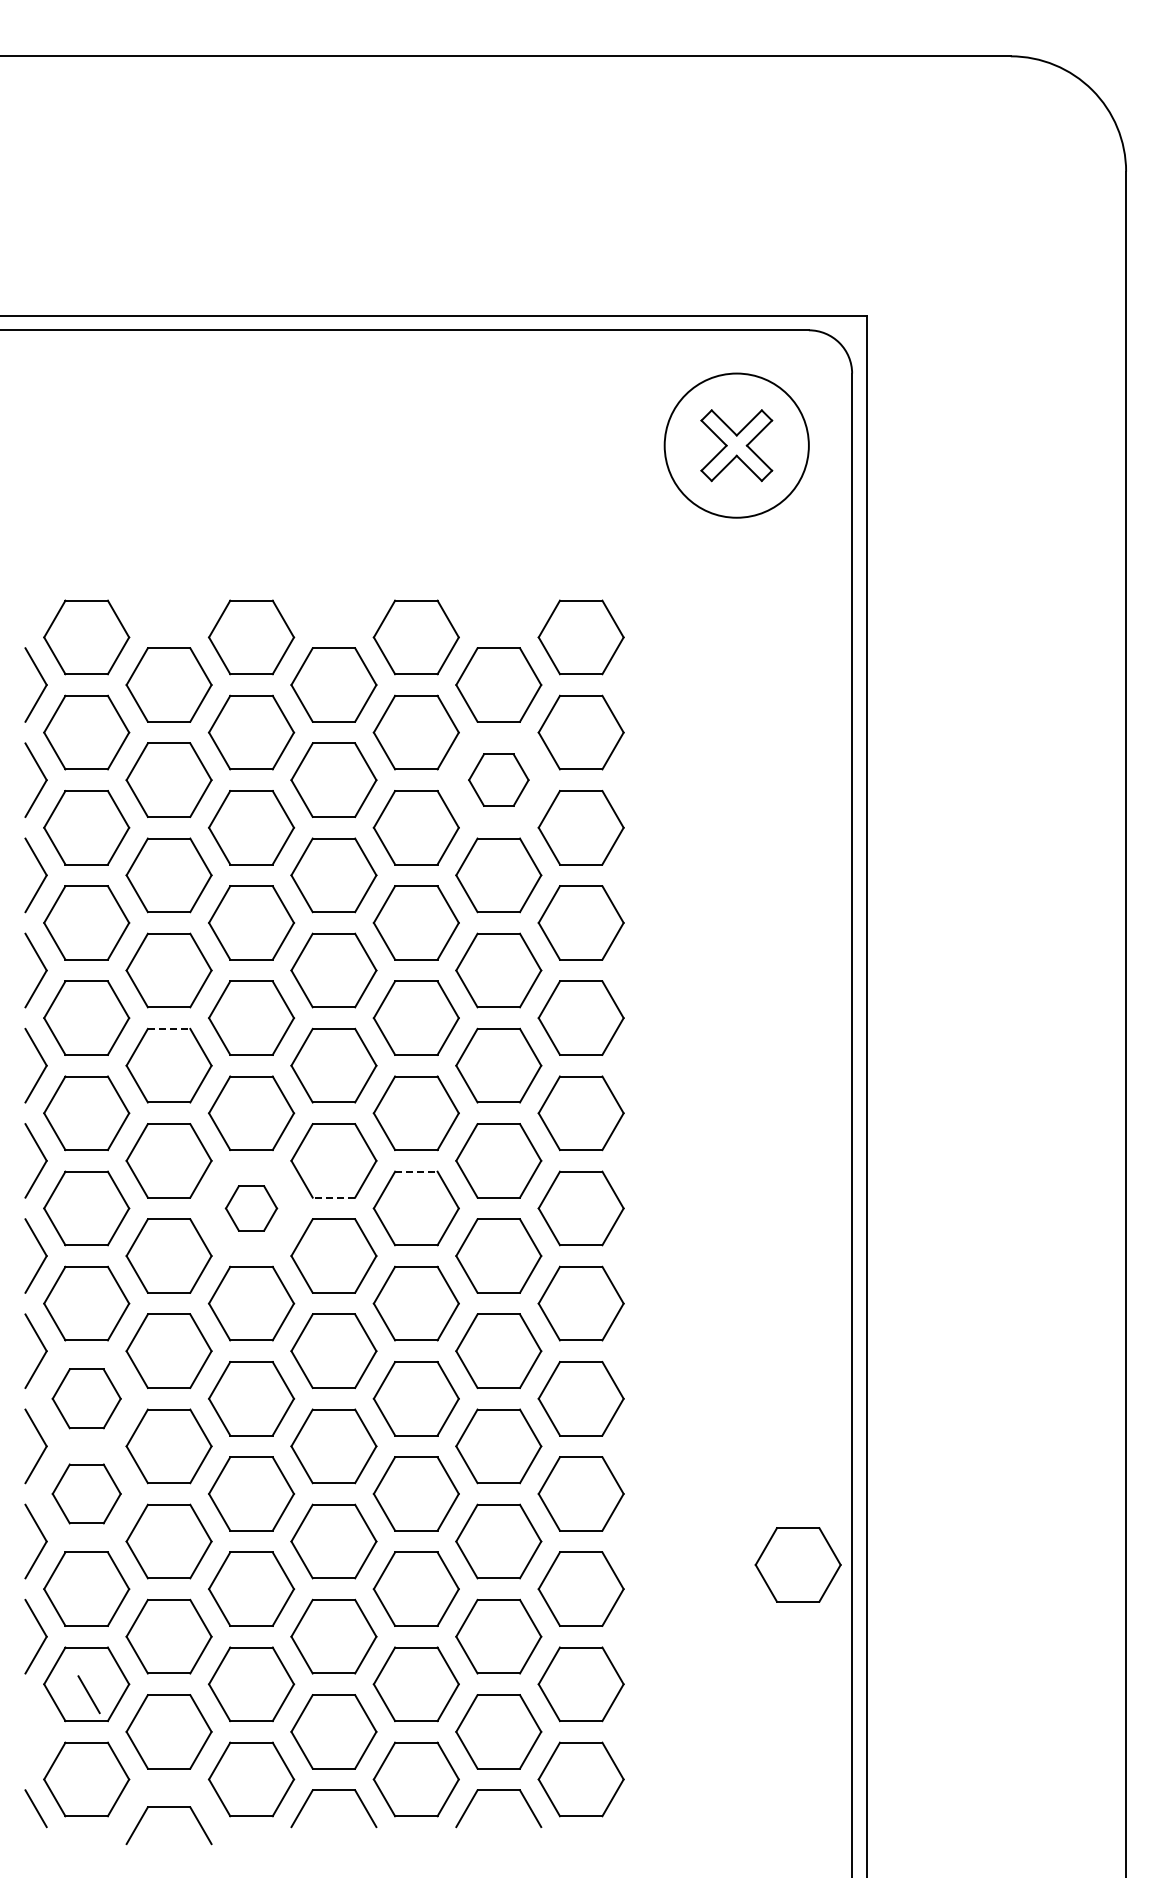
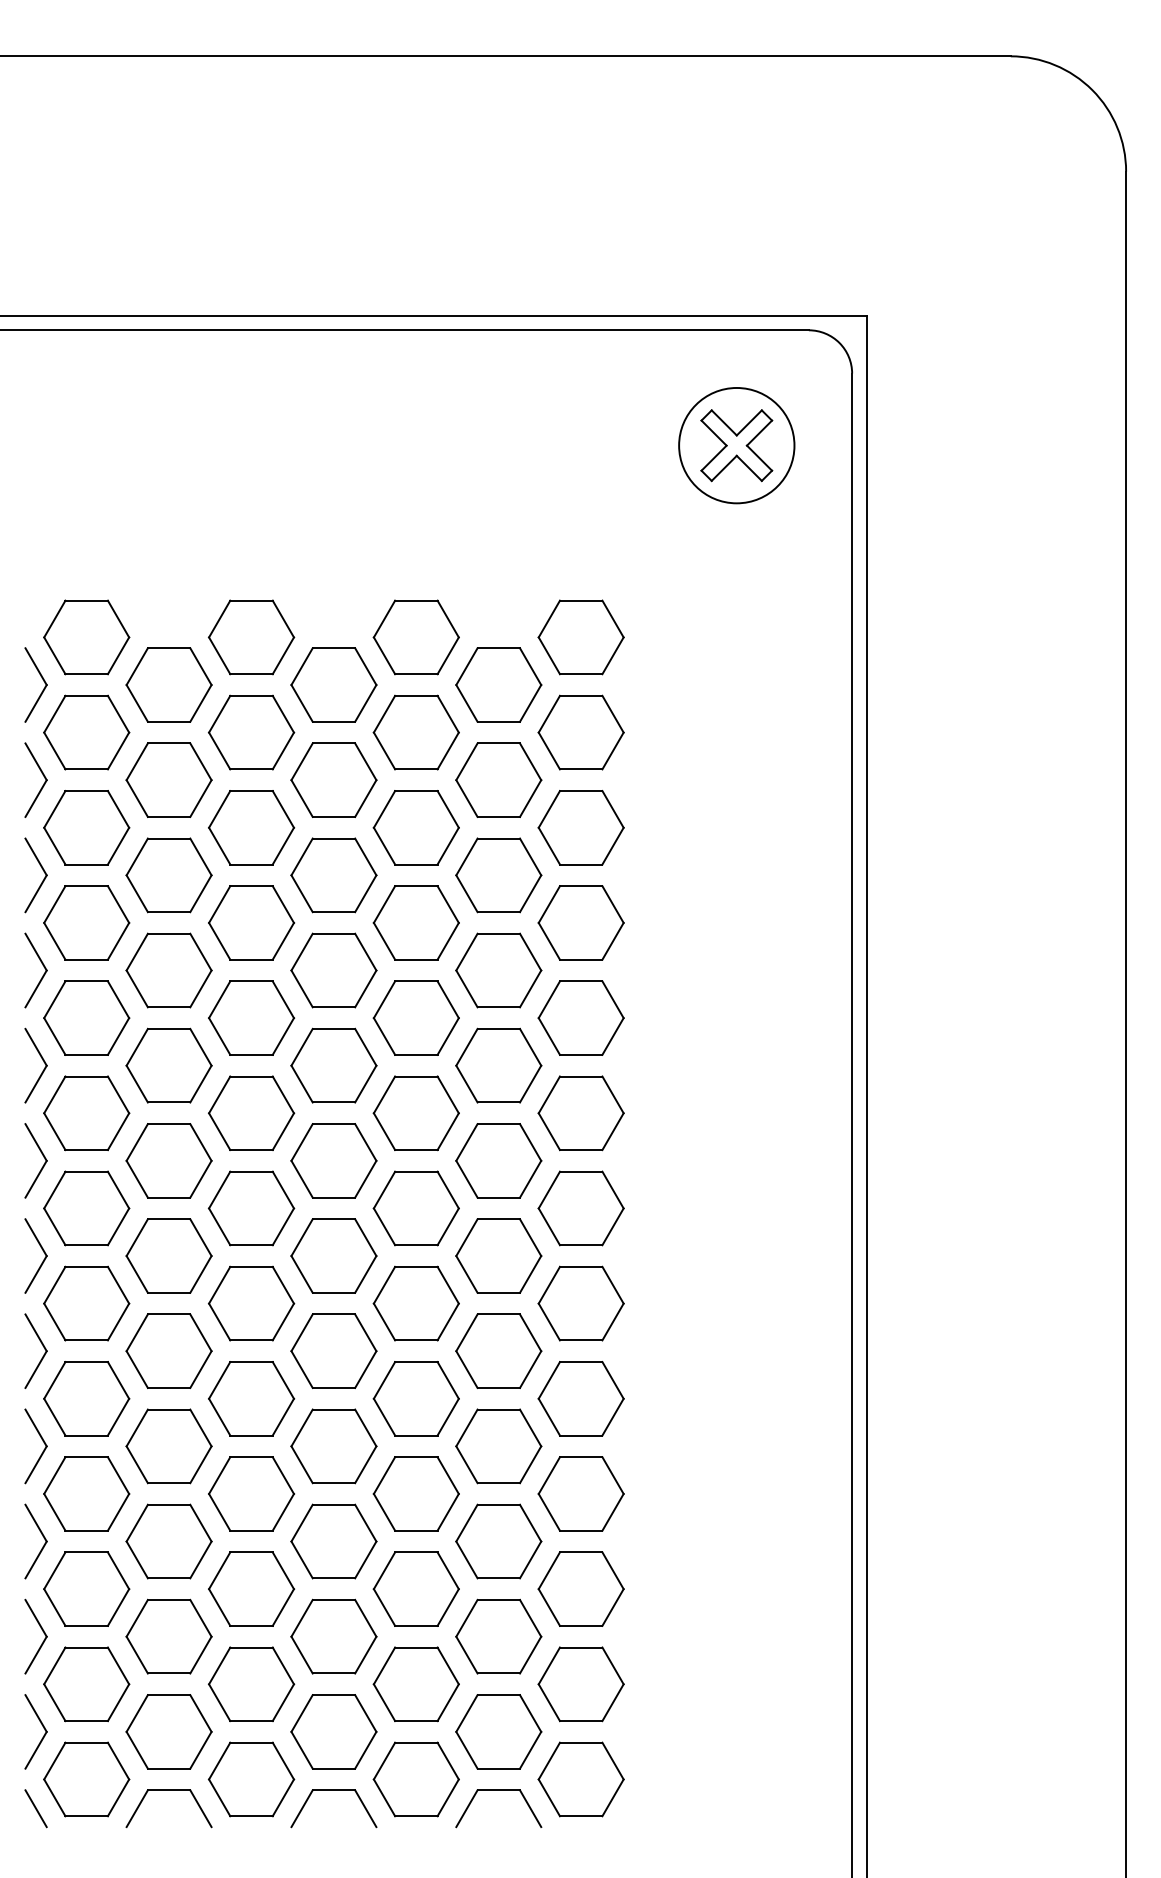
circle at (736, 445) diameter: 144 px -> 115 px
part at (498, 779) size: 62x54 px -> 88x76 px
line at (169, 1028): dashed -> solid
line at (416, 1171): dashed -> solid
line at (333, 1197): dashed -> solid
part at (251, 1208) size: 55x47 px -> 89x77 px
part at (86, 1398) size: 71x62 px -> 88x76 px
part at (86, 1493) size: 71x62 px -> 88x76 px
part at (797, 1564): present -> none
line at (88, 1694): present -> none
part at (43, 1728): none -> present
part at (168, 1807) position: (168, 1807) -> (168, 1790)
